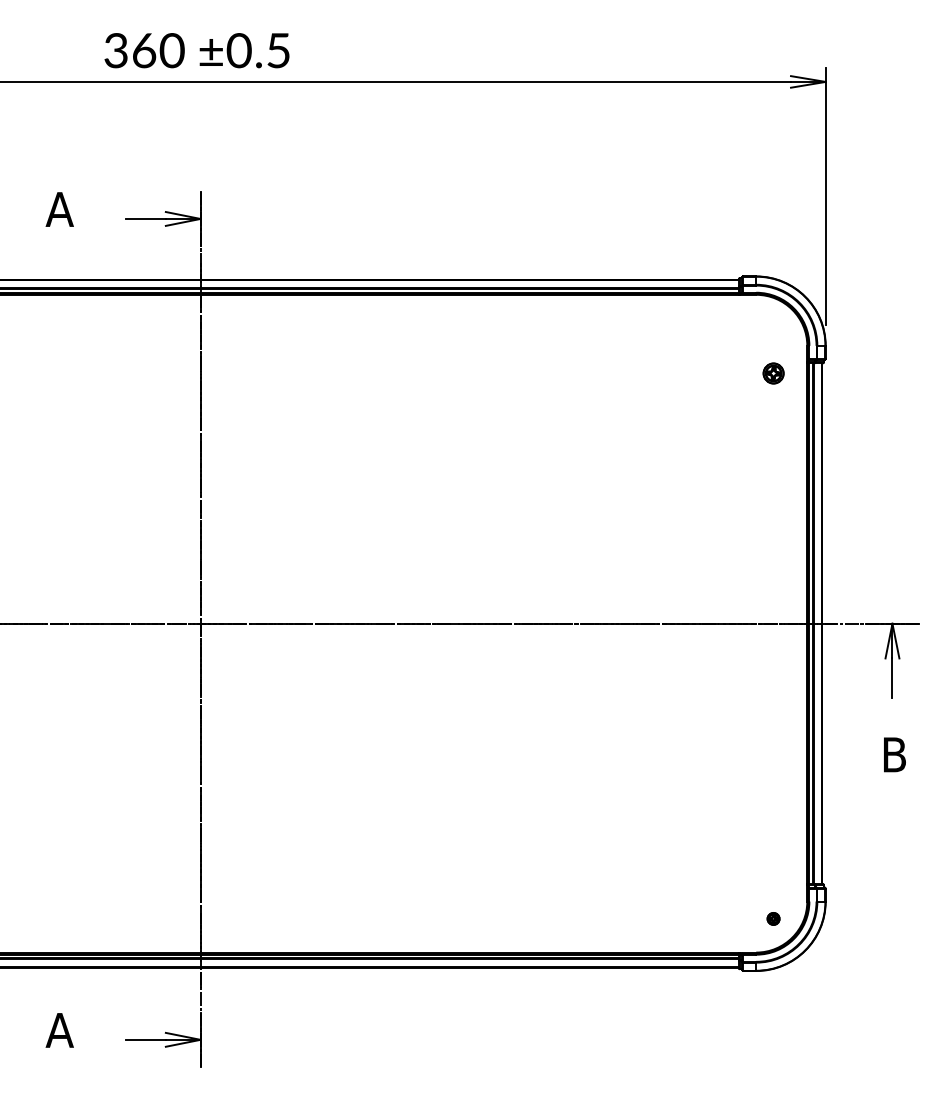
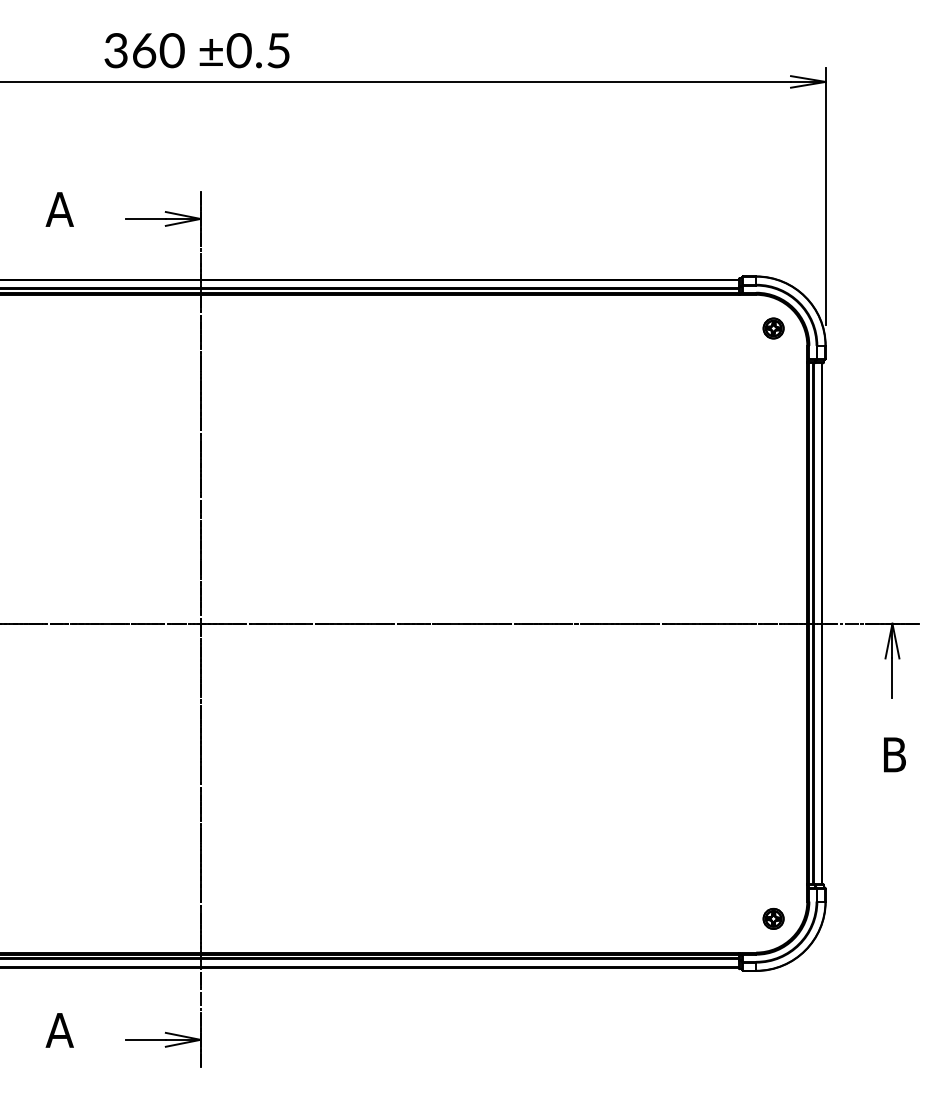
part at (773, 373) position: (773, 373) -> (773, 328)
part at (773, 918) size: 15x14 px -> 23x22 px
